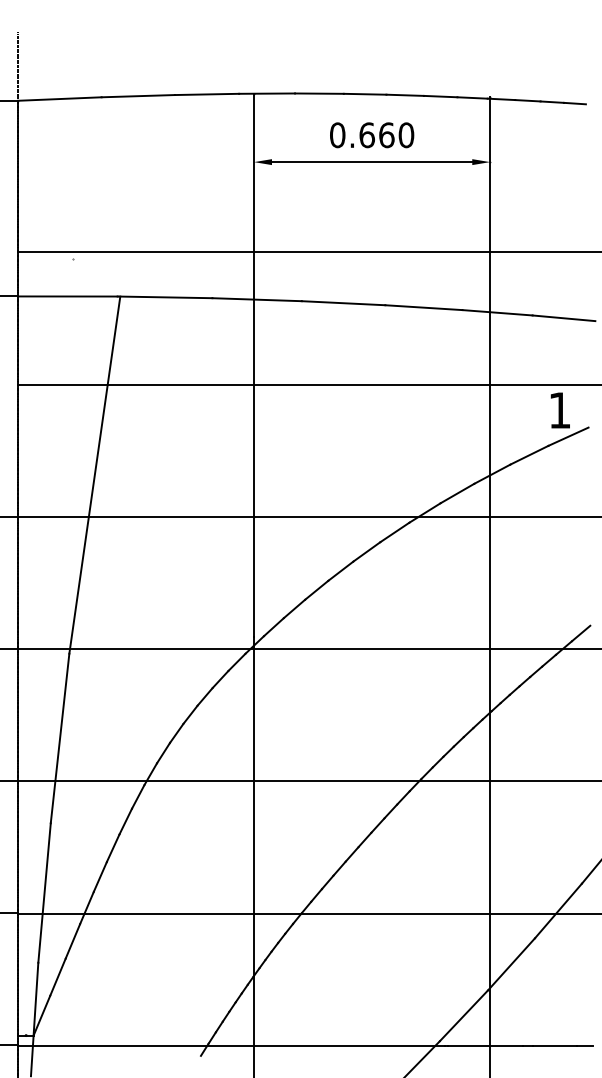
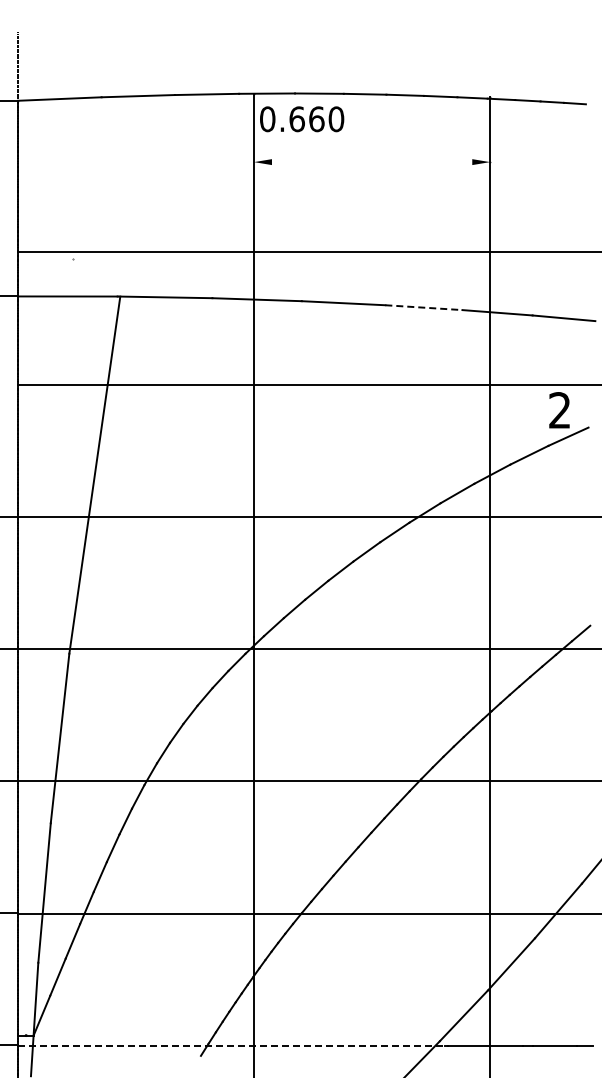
text at (372, 135) position: (372, 135) -> (302, 119)
line at (371, 162): present -> none
line at (423, 307): solid -> dashed
text at (559, 410): 1 -> 2
line at (231, 1045): solid -> dashed
